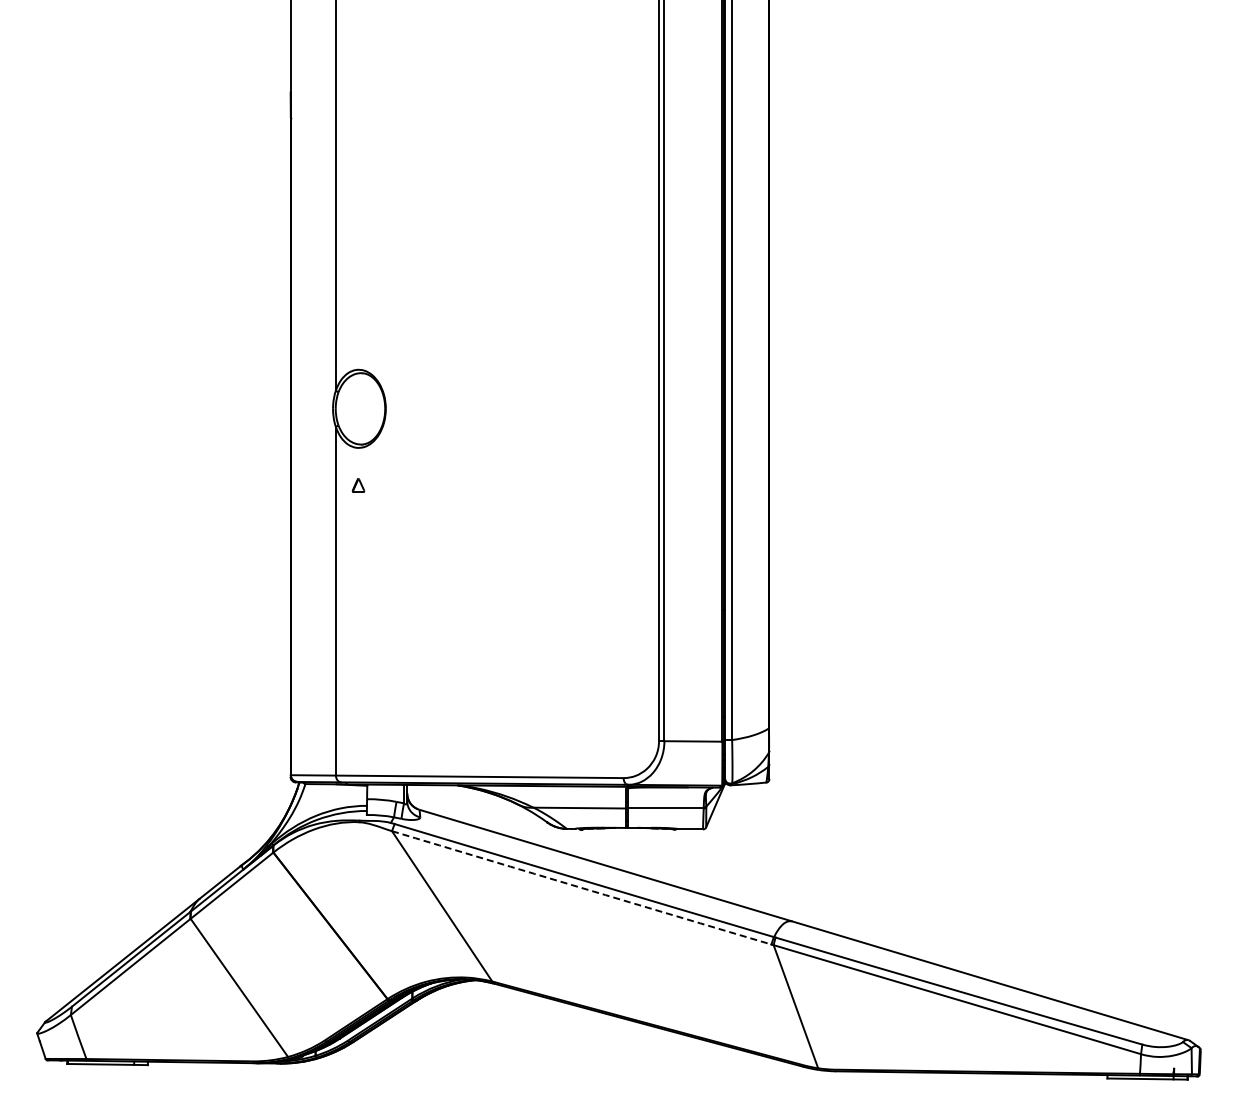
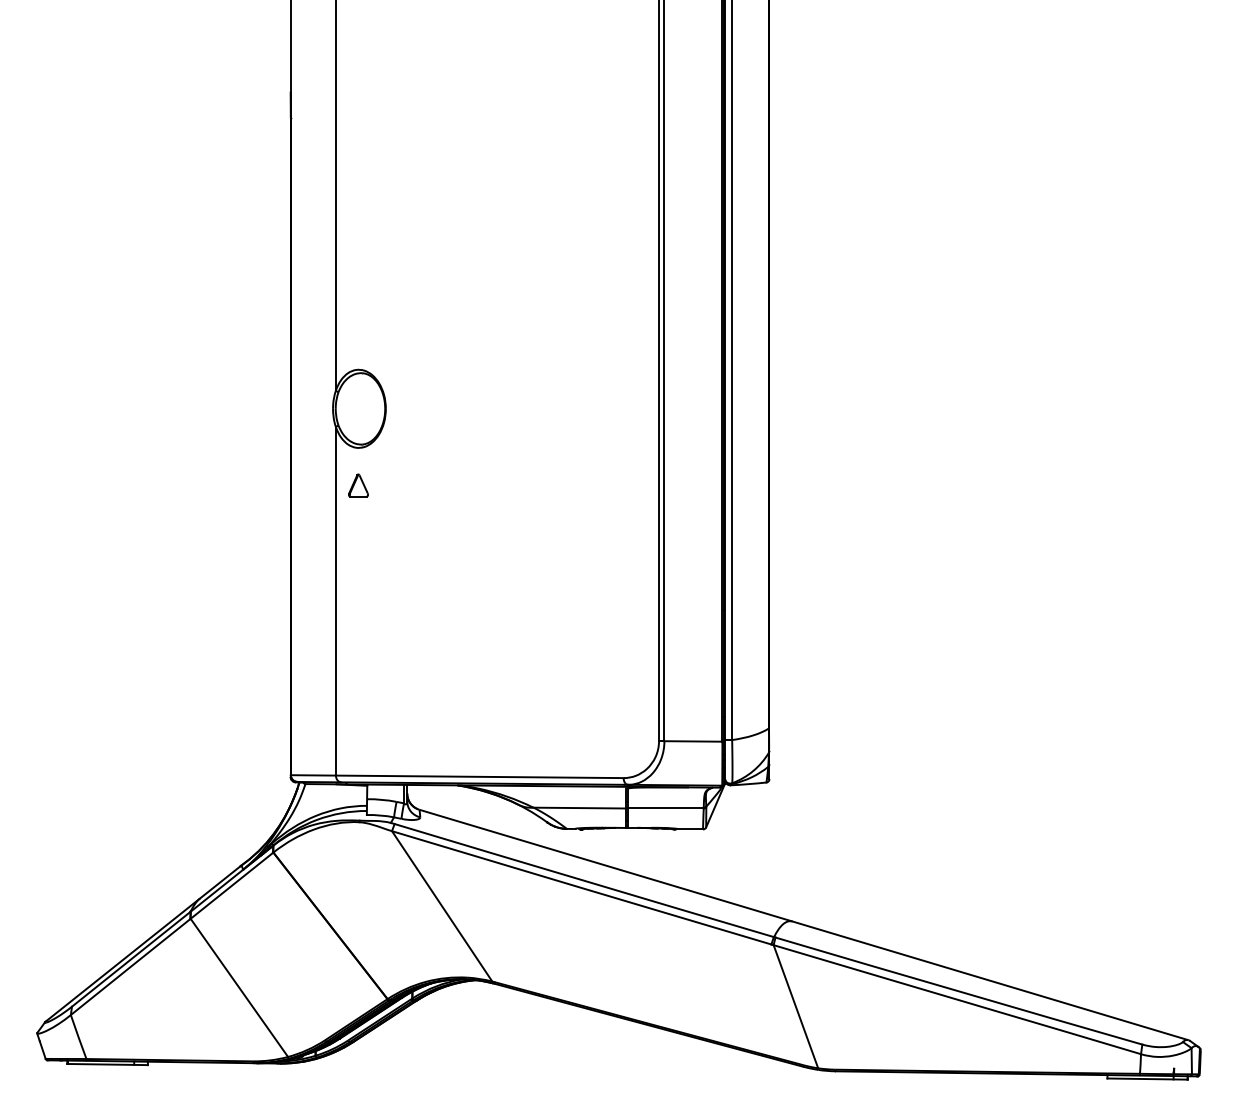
part at (358, 485) size: 15x15 px -> 21x25 px
arc at (581, 887): dashed -> solid
